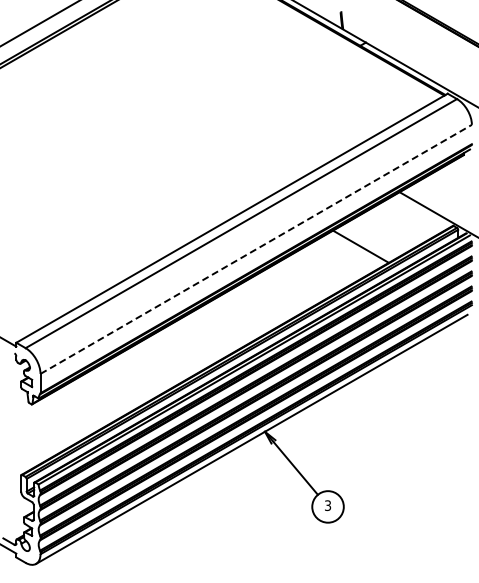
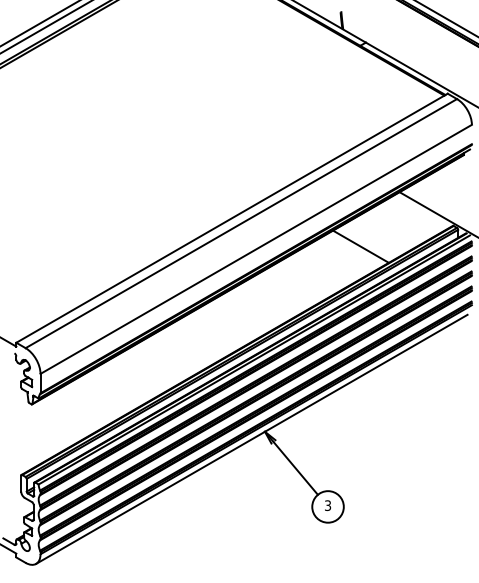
line at (446, 18): none -> present
line at (45, 27): none -> present
line at (256, 249): dashed -> solid
